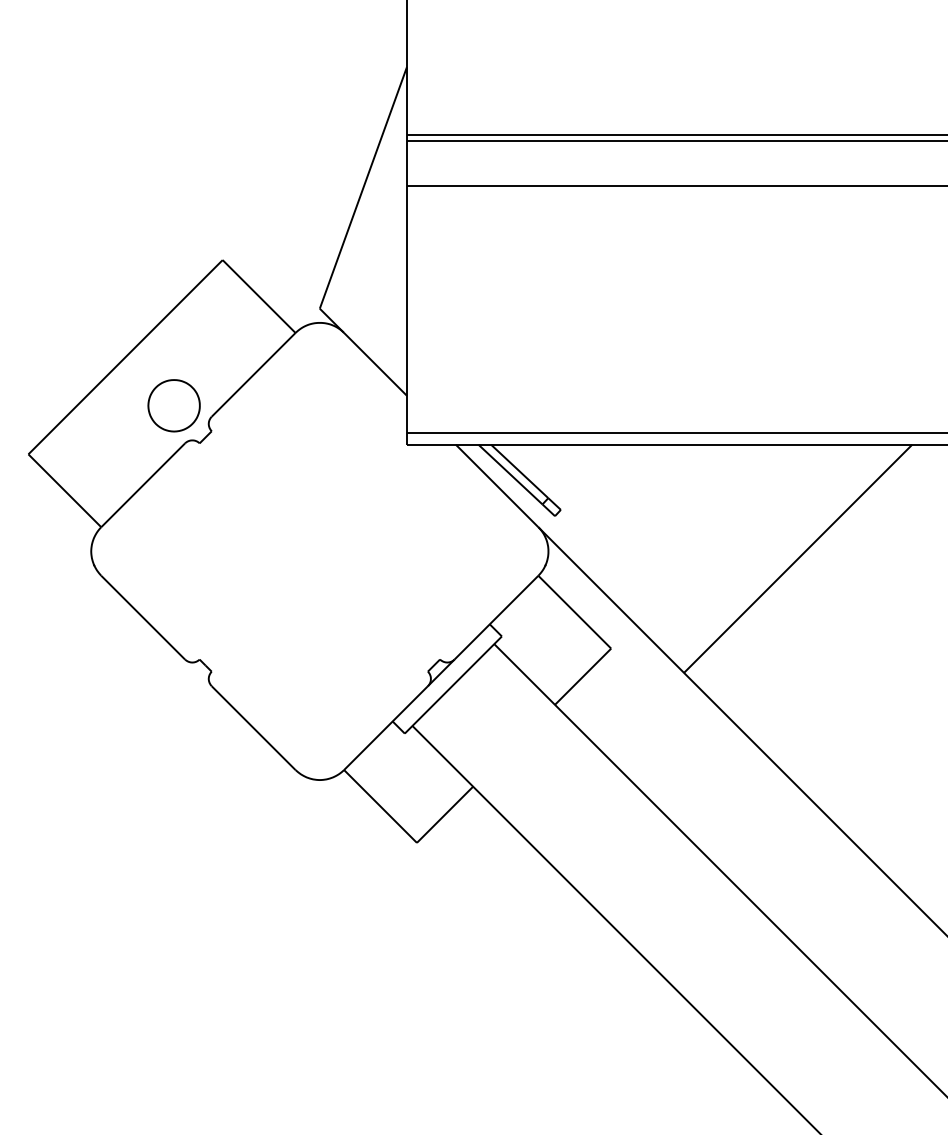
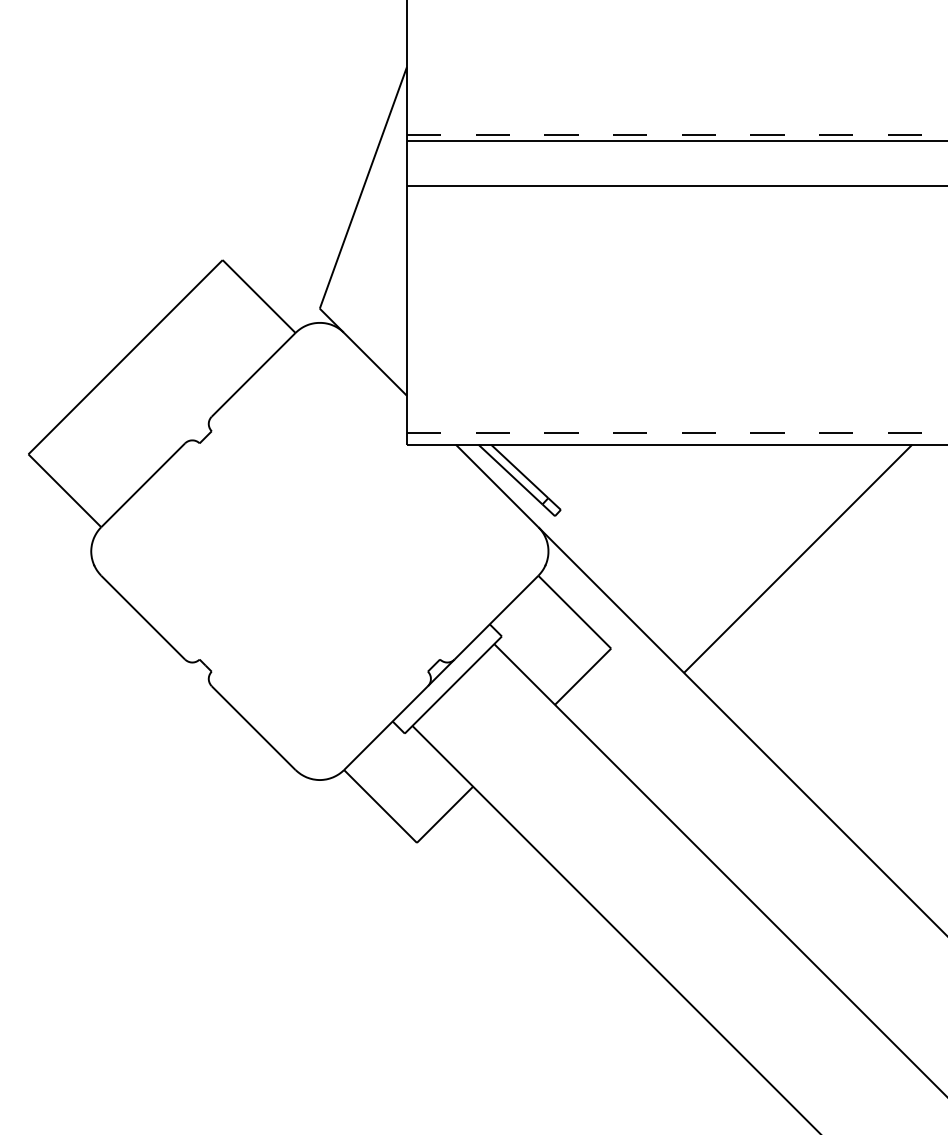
line at (677, 135): solid -> dashed
part at (173, 405): present -> none
line at (677, 432): solid -> dashed
